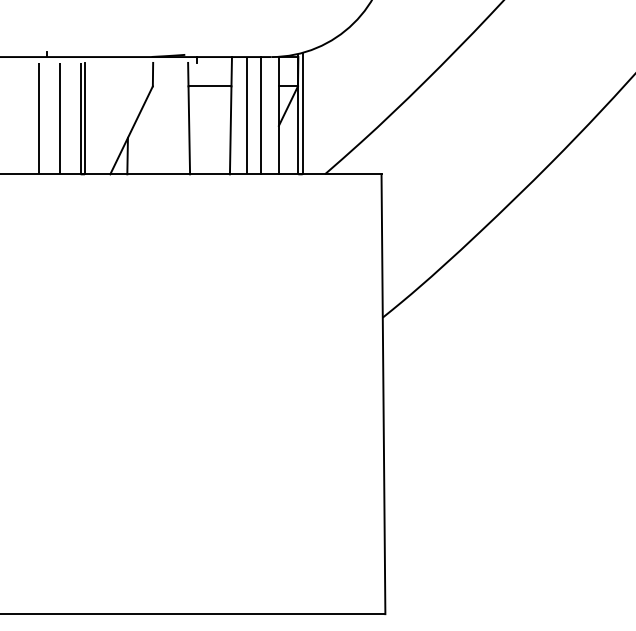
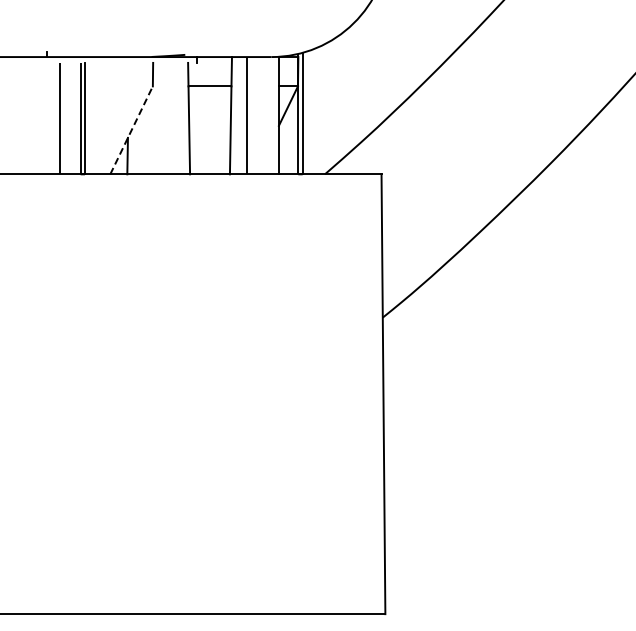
line at (261, 115): present -> none
line at (39, 118): present -> none
line at (131, 130): solid -> dashed
